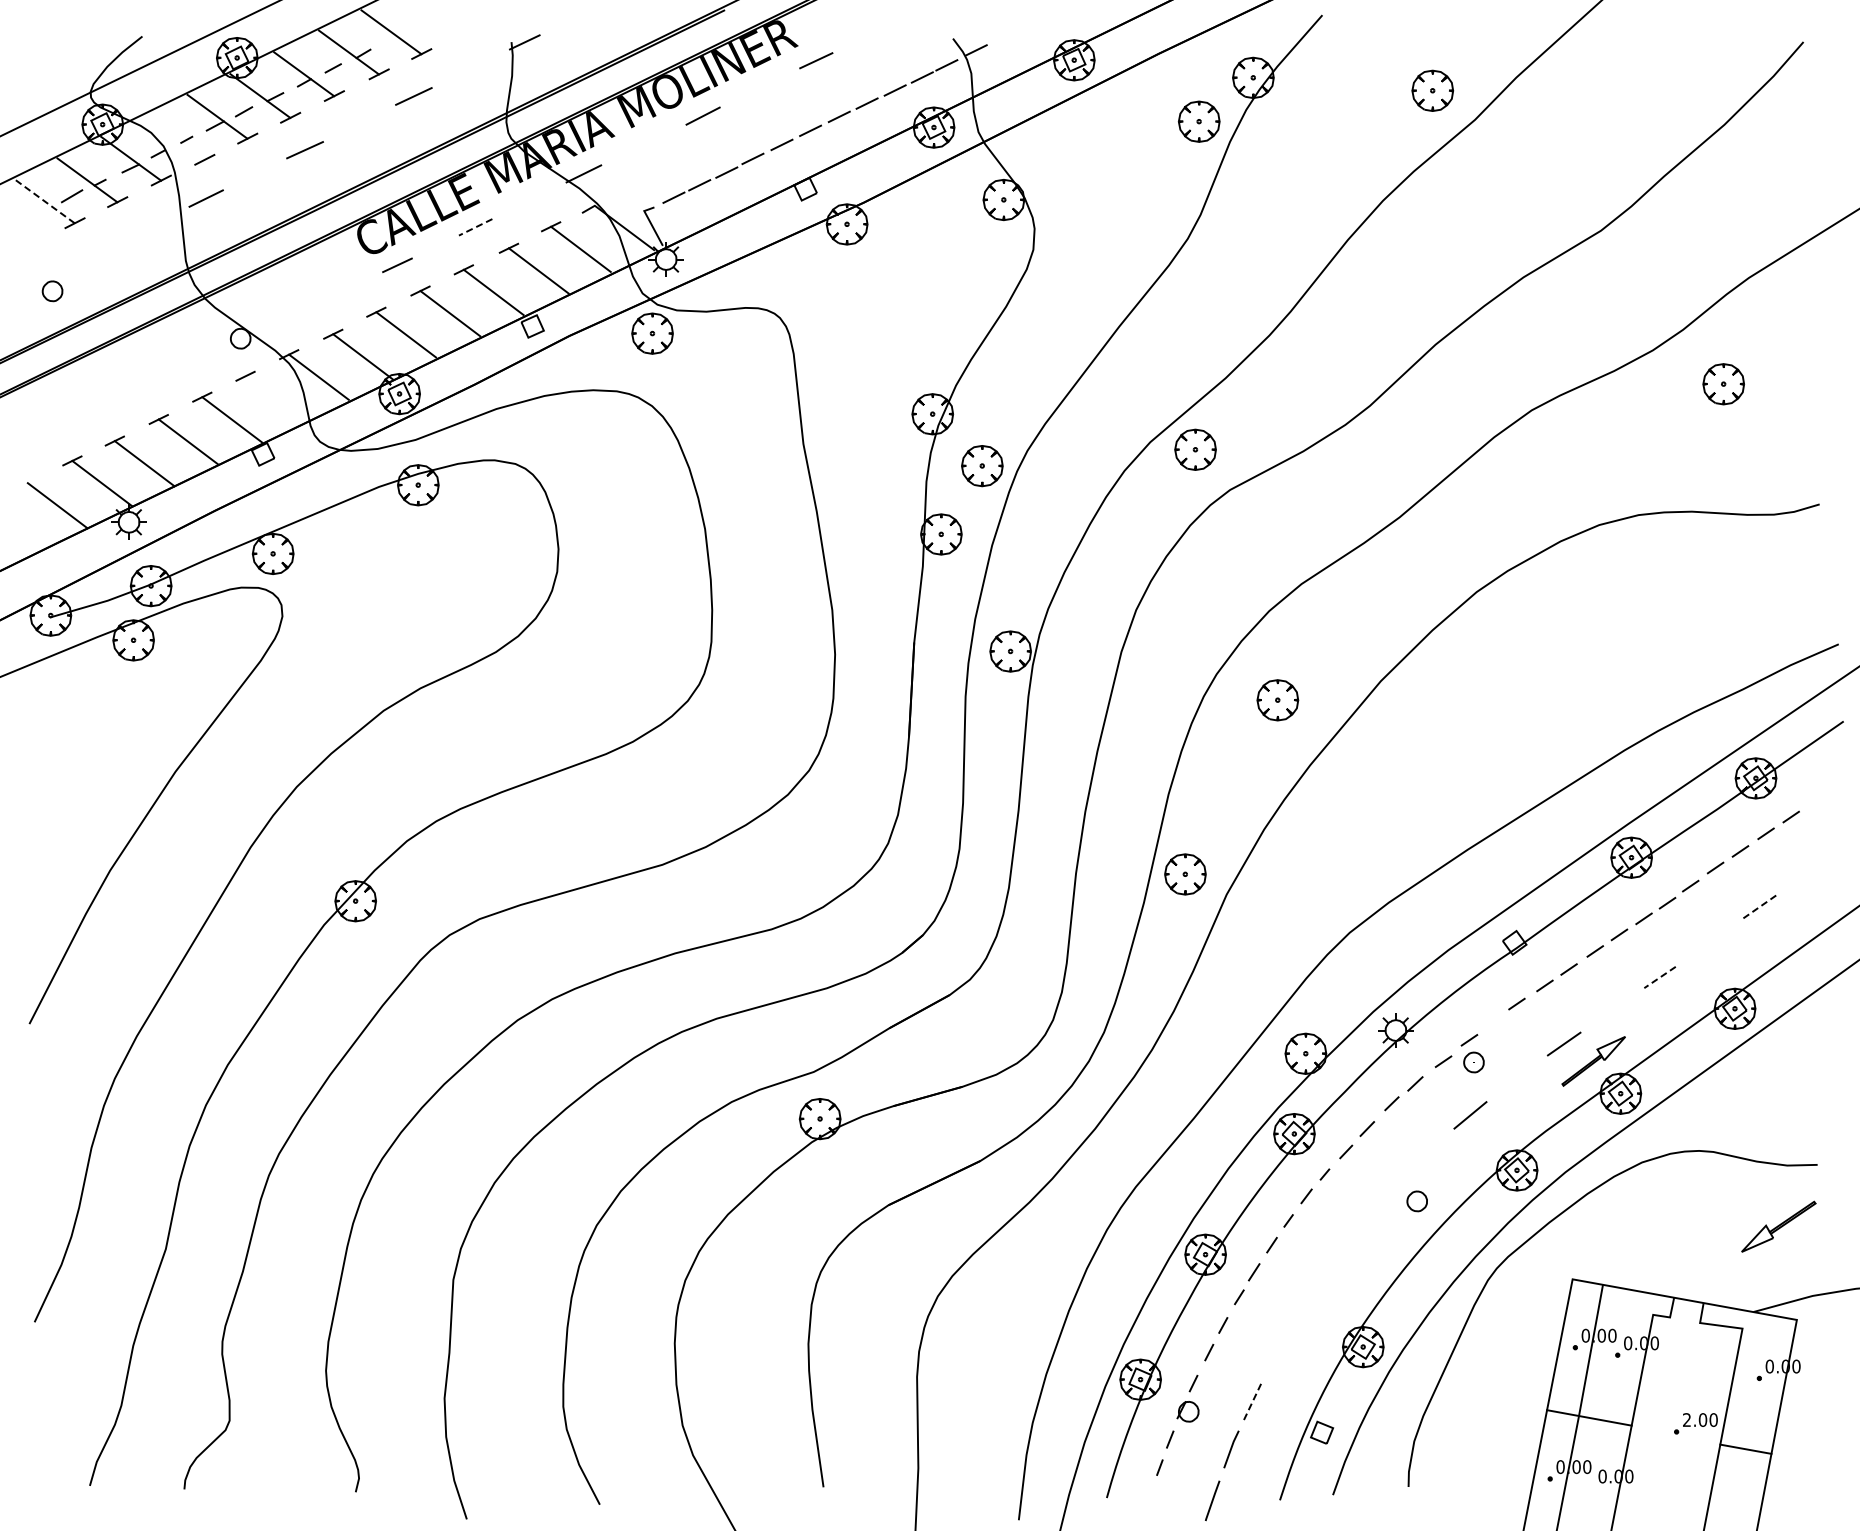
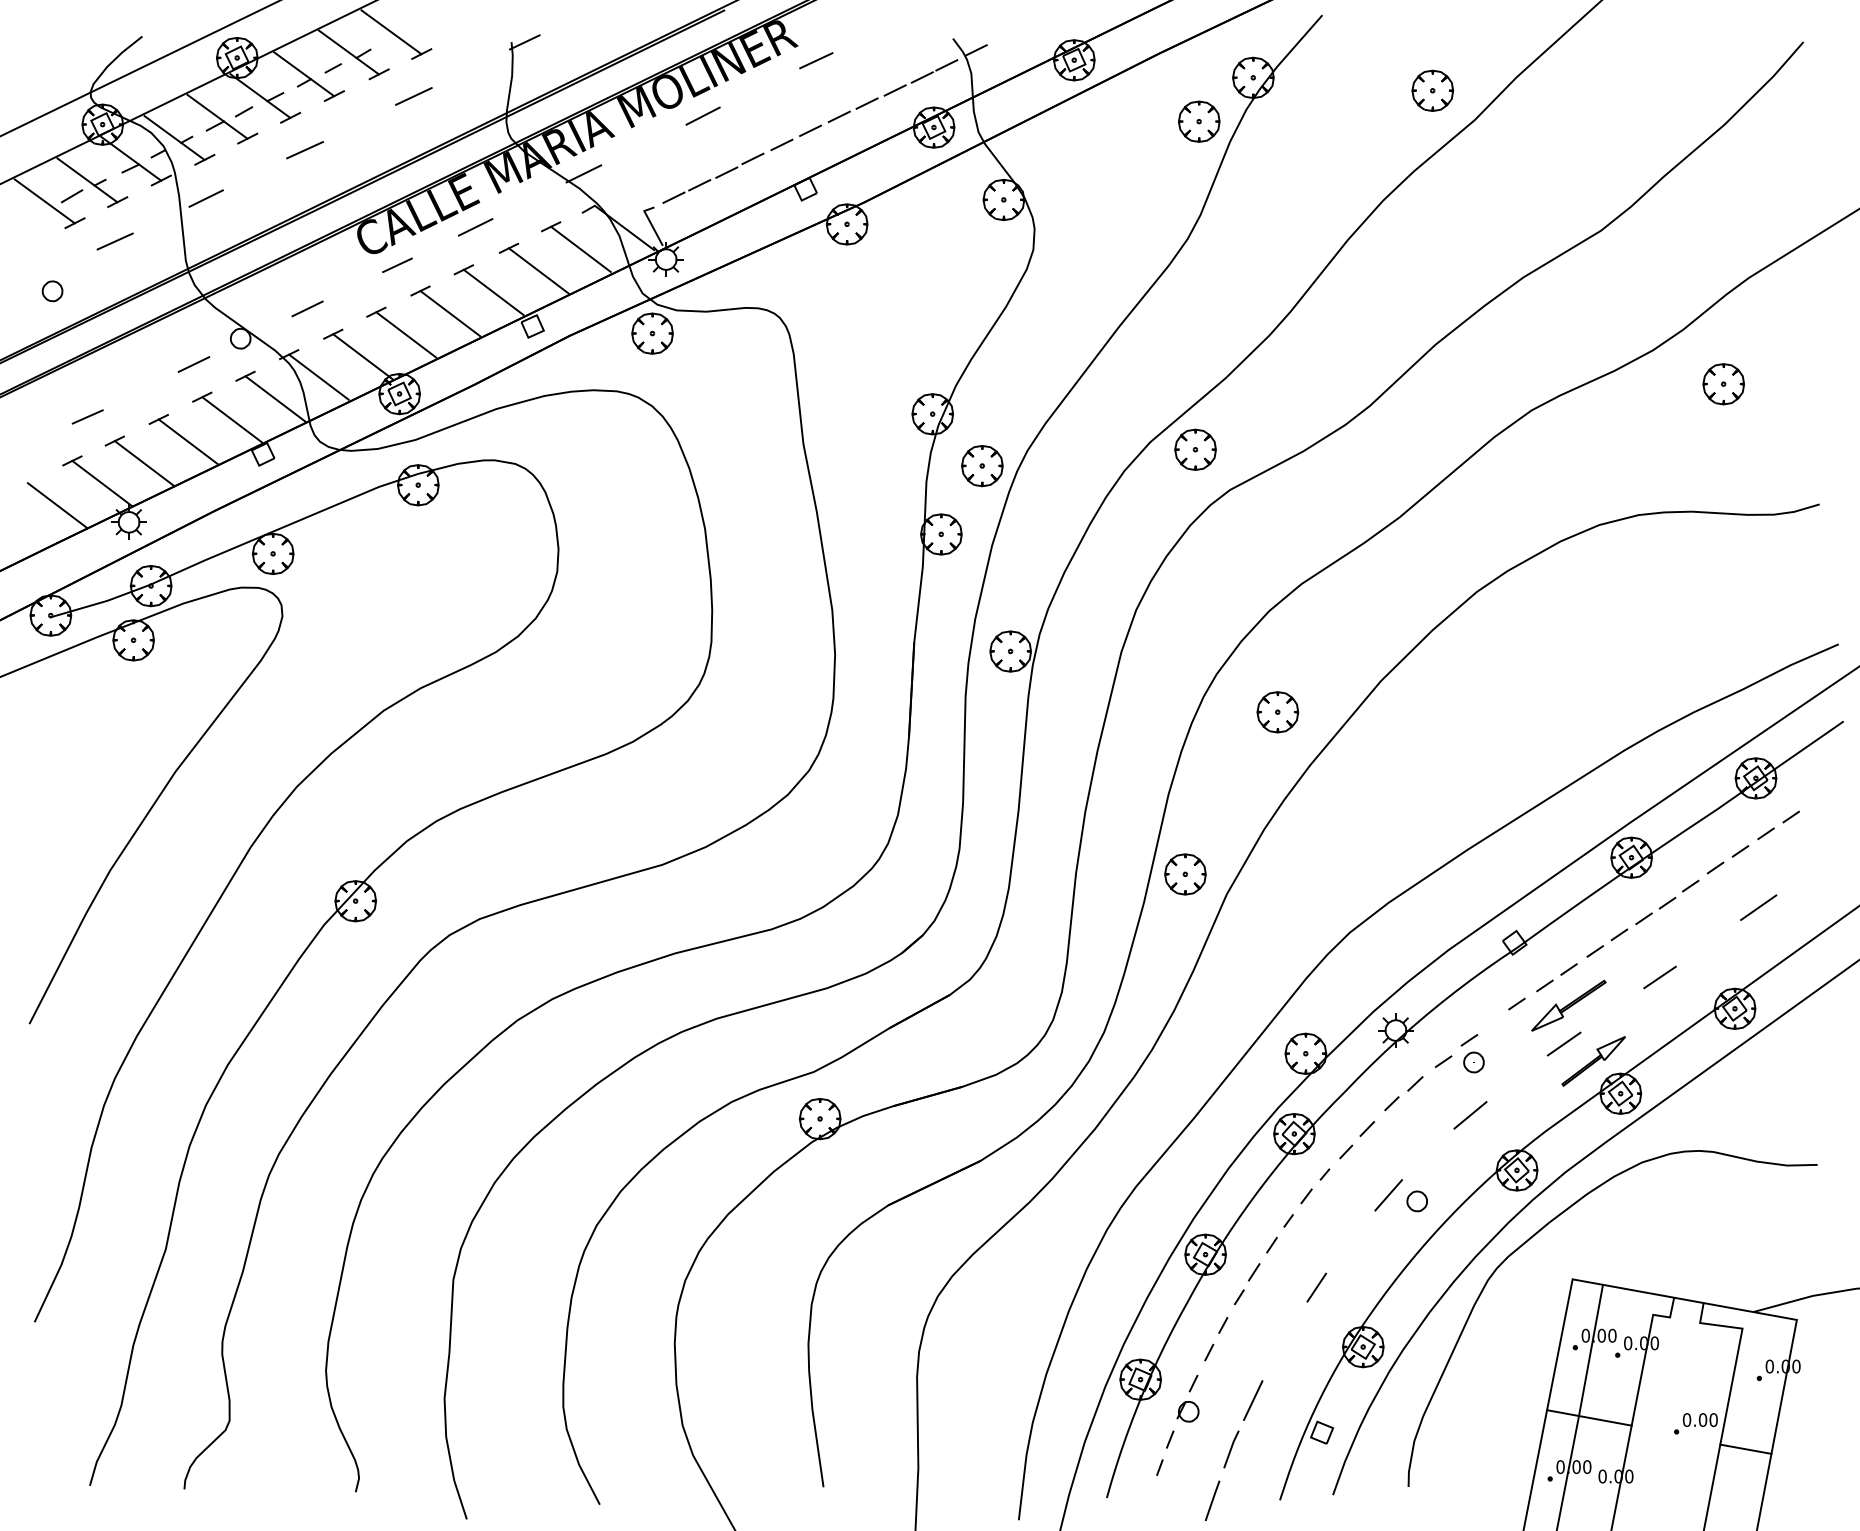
line at (174, 137): none -> present
line at (44, 201): dashed -> solid
line at (475, 227): dashed -> solid
line at (114, 241): none -> present
line at (307, 308): none -> present
line at (193, 364): none -> present
line at (275, 398): none -> present
line at (87, 416): none -> present
part at (1277, 700) position: (1277, 700) -> (1277, 712)
line at (1758, 908): dashed -> solid
line at (1659, 977): dashed -> solid
line at (1388, 1195): none -> present
part at (1778, 1226) position: (1778, 1226) -> (1568, 1005)
line at (1316, 1287): none -> present
line at (1253, 1400): dashed -> solid
text at (1686, 1419): 2.00 -> 0.00
